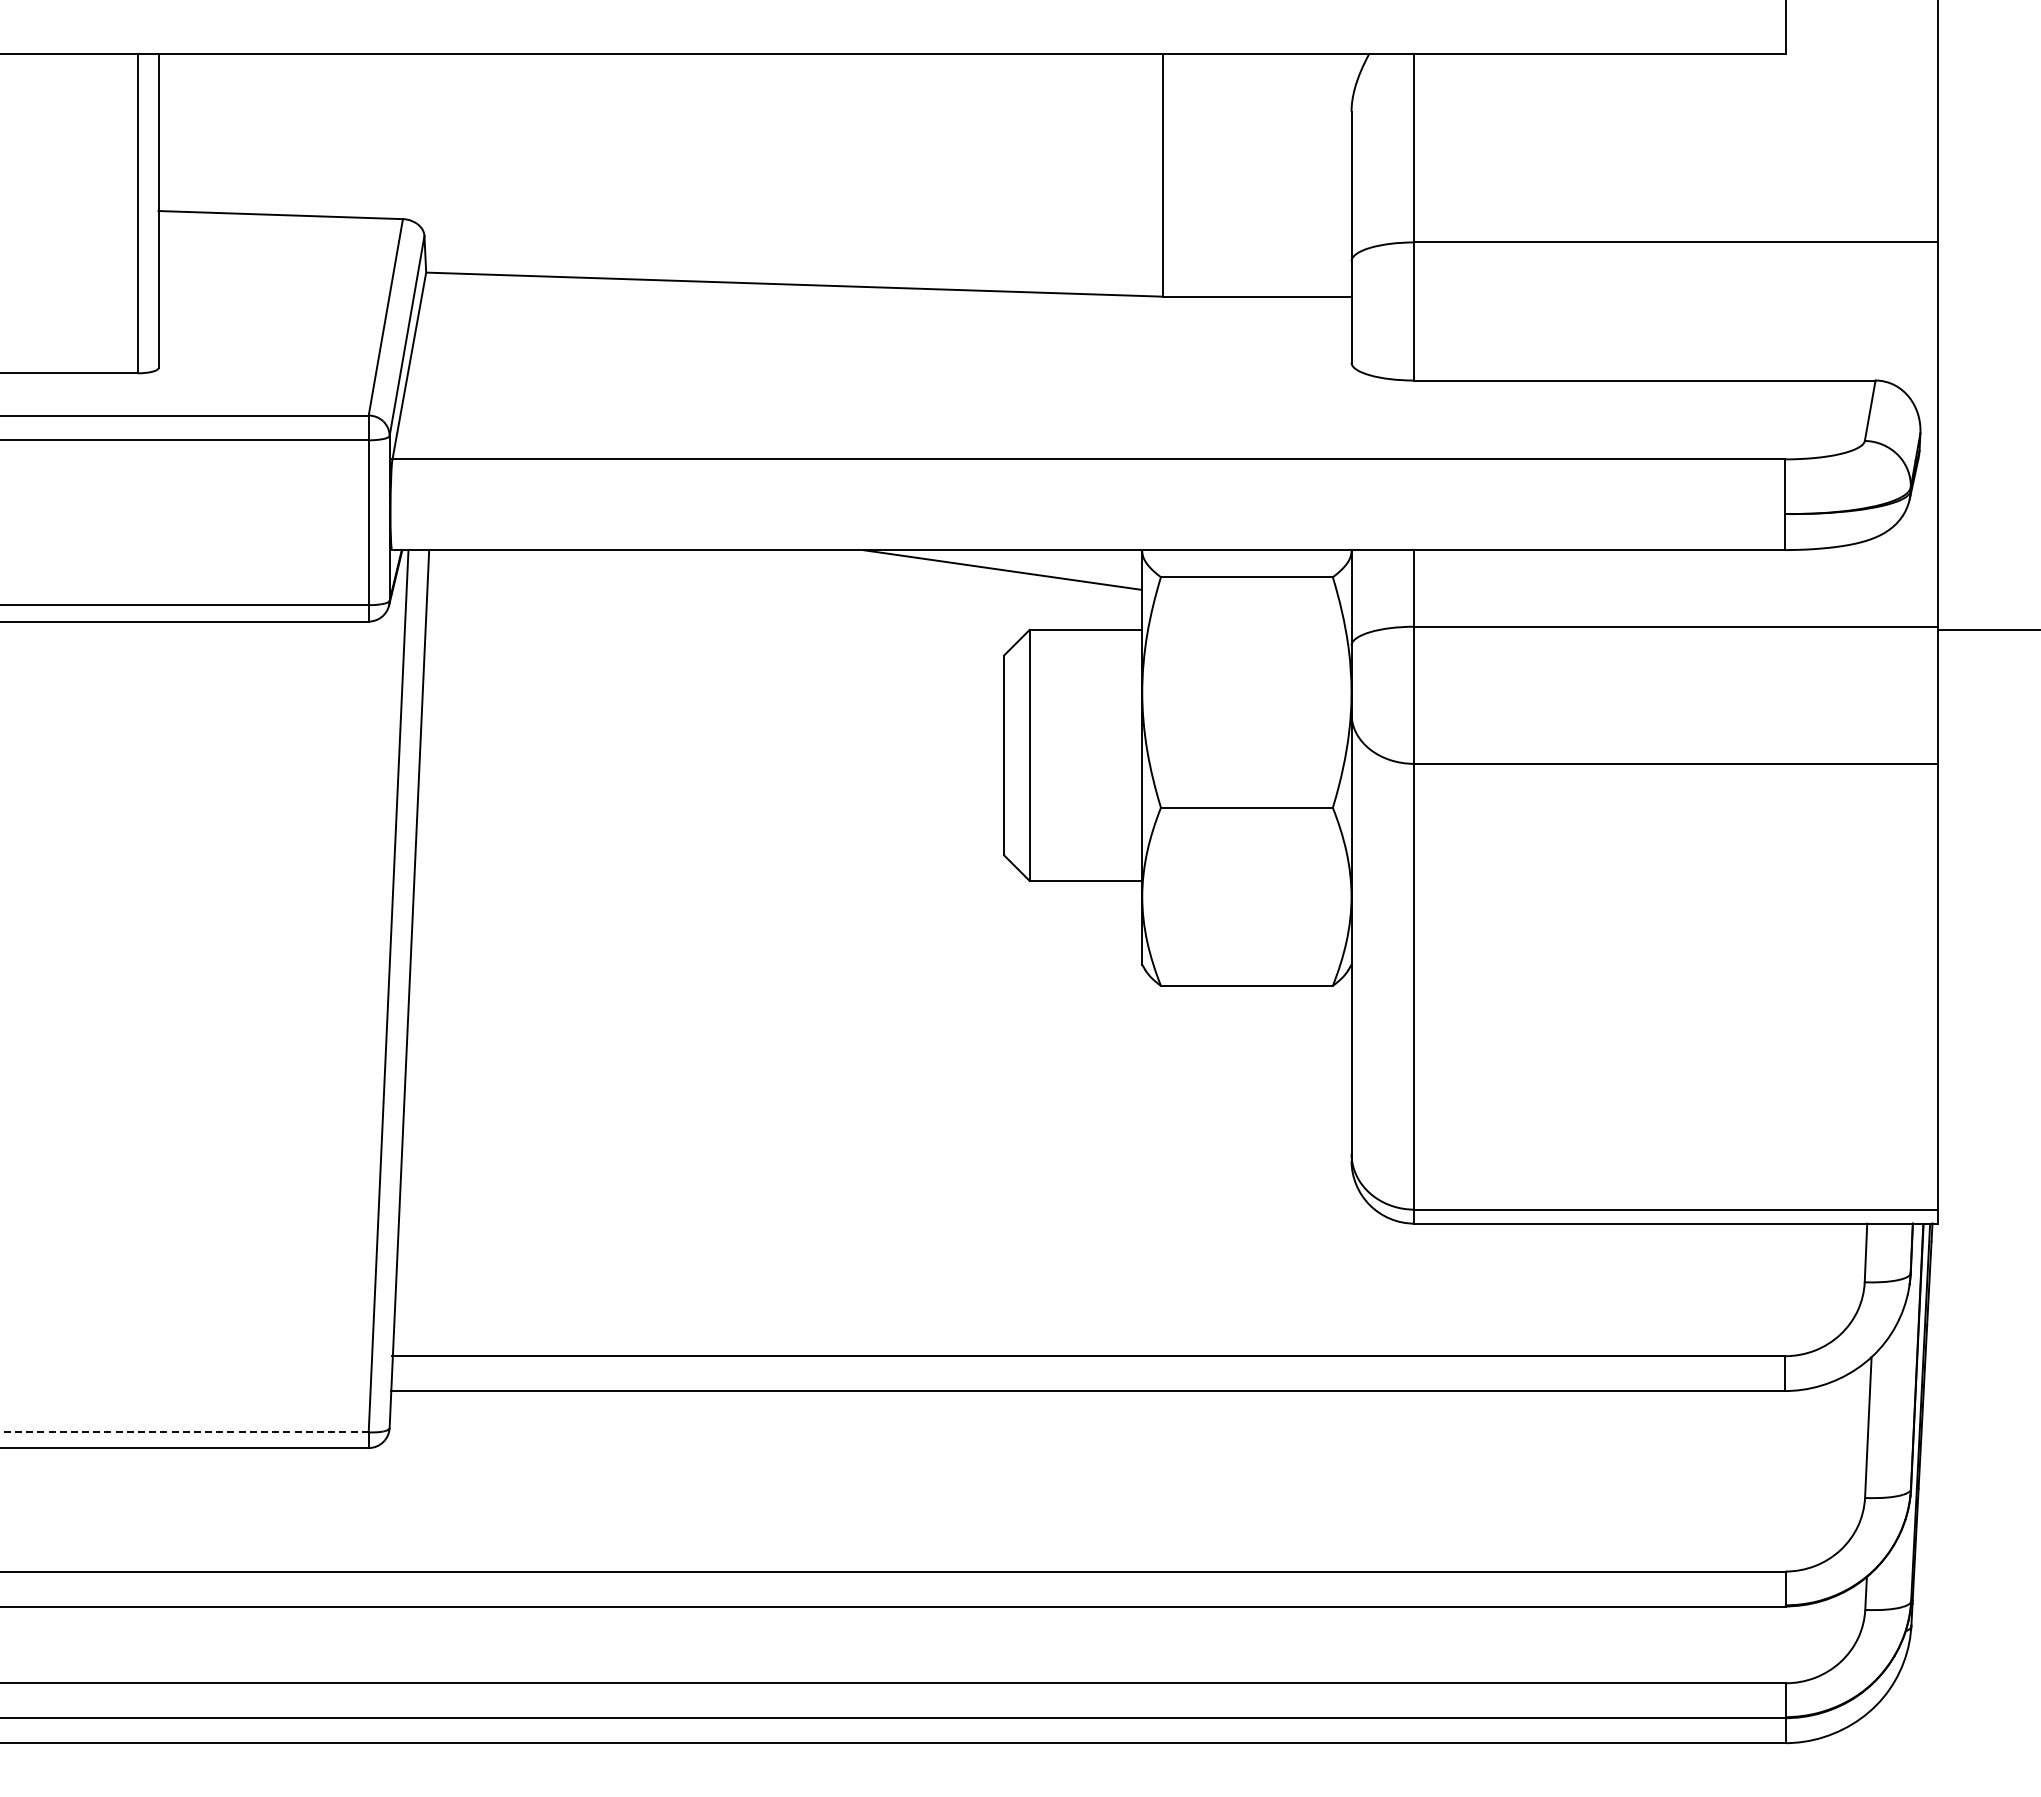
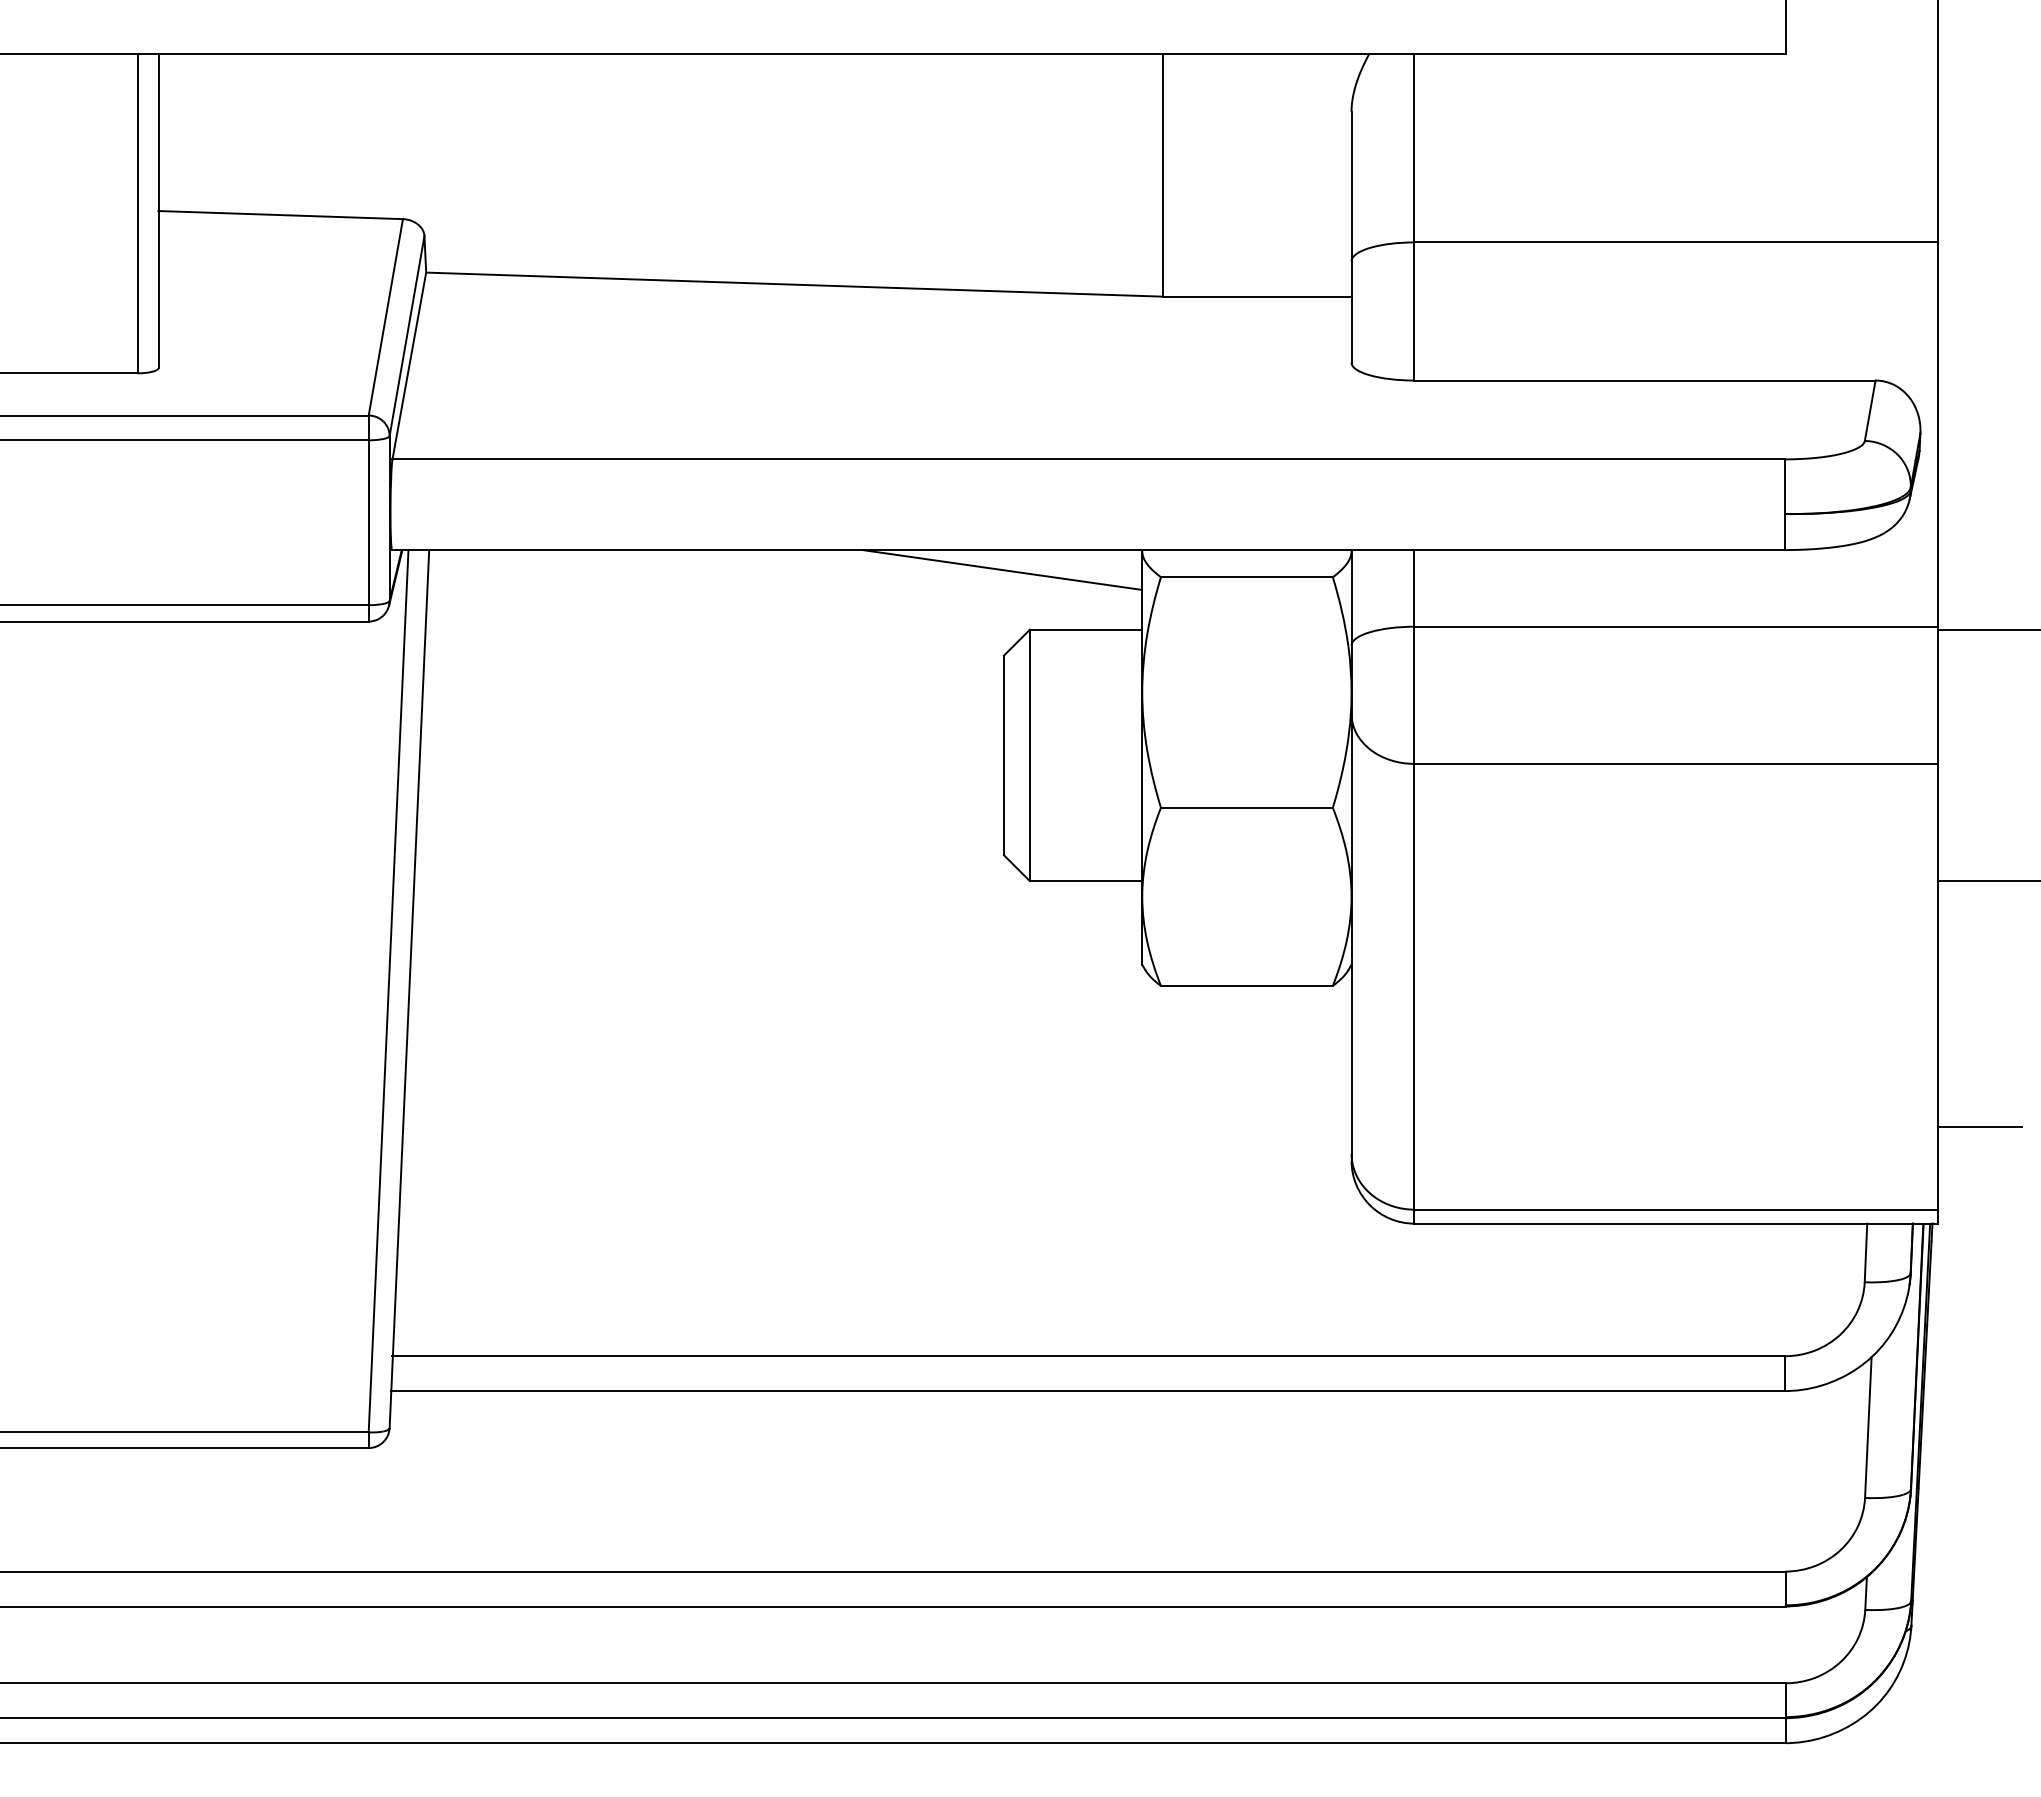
line at (1987, 881): none -> present
line at (1979, 1127): none -> present
line at (184, 1432): dashed -> solid
